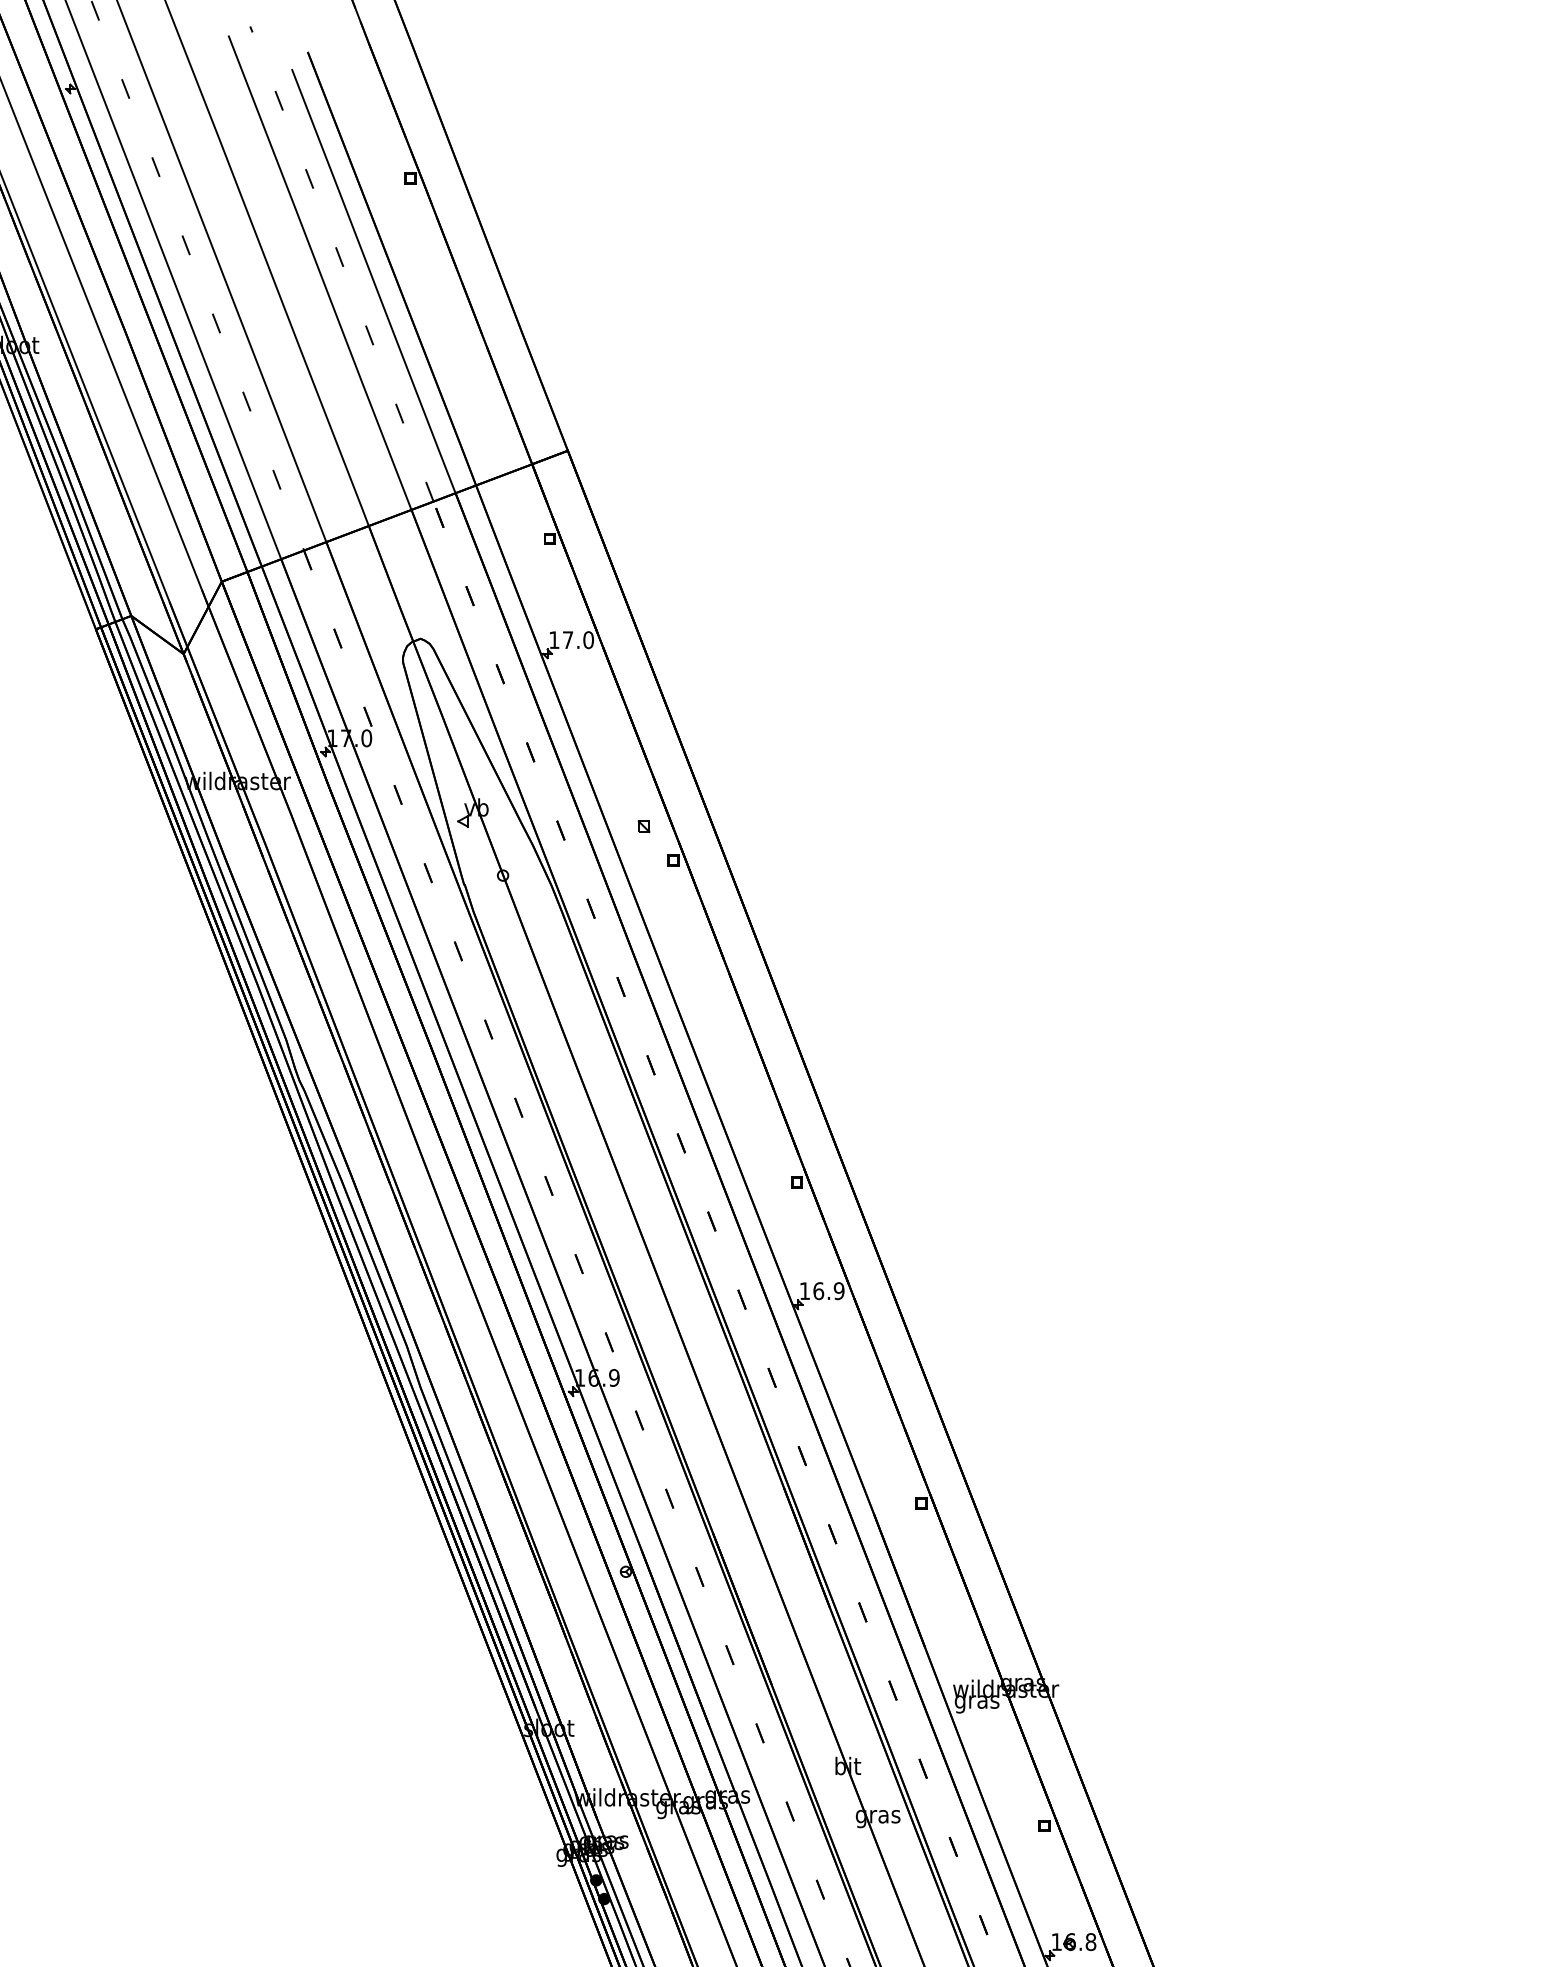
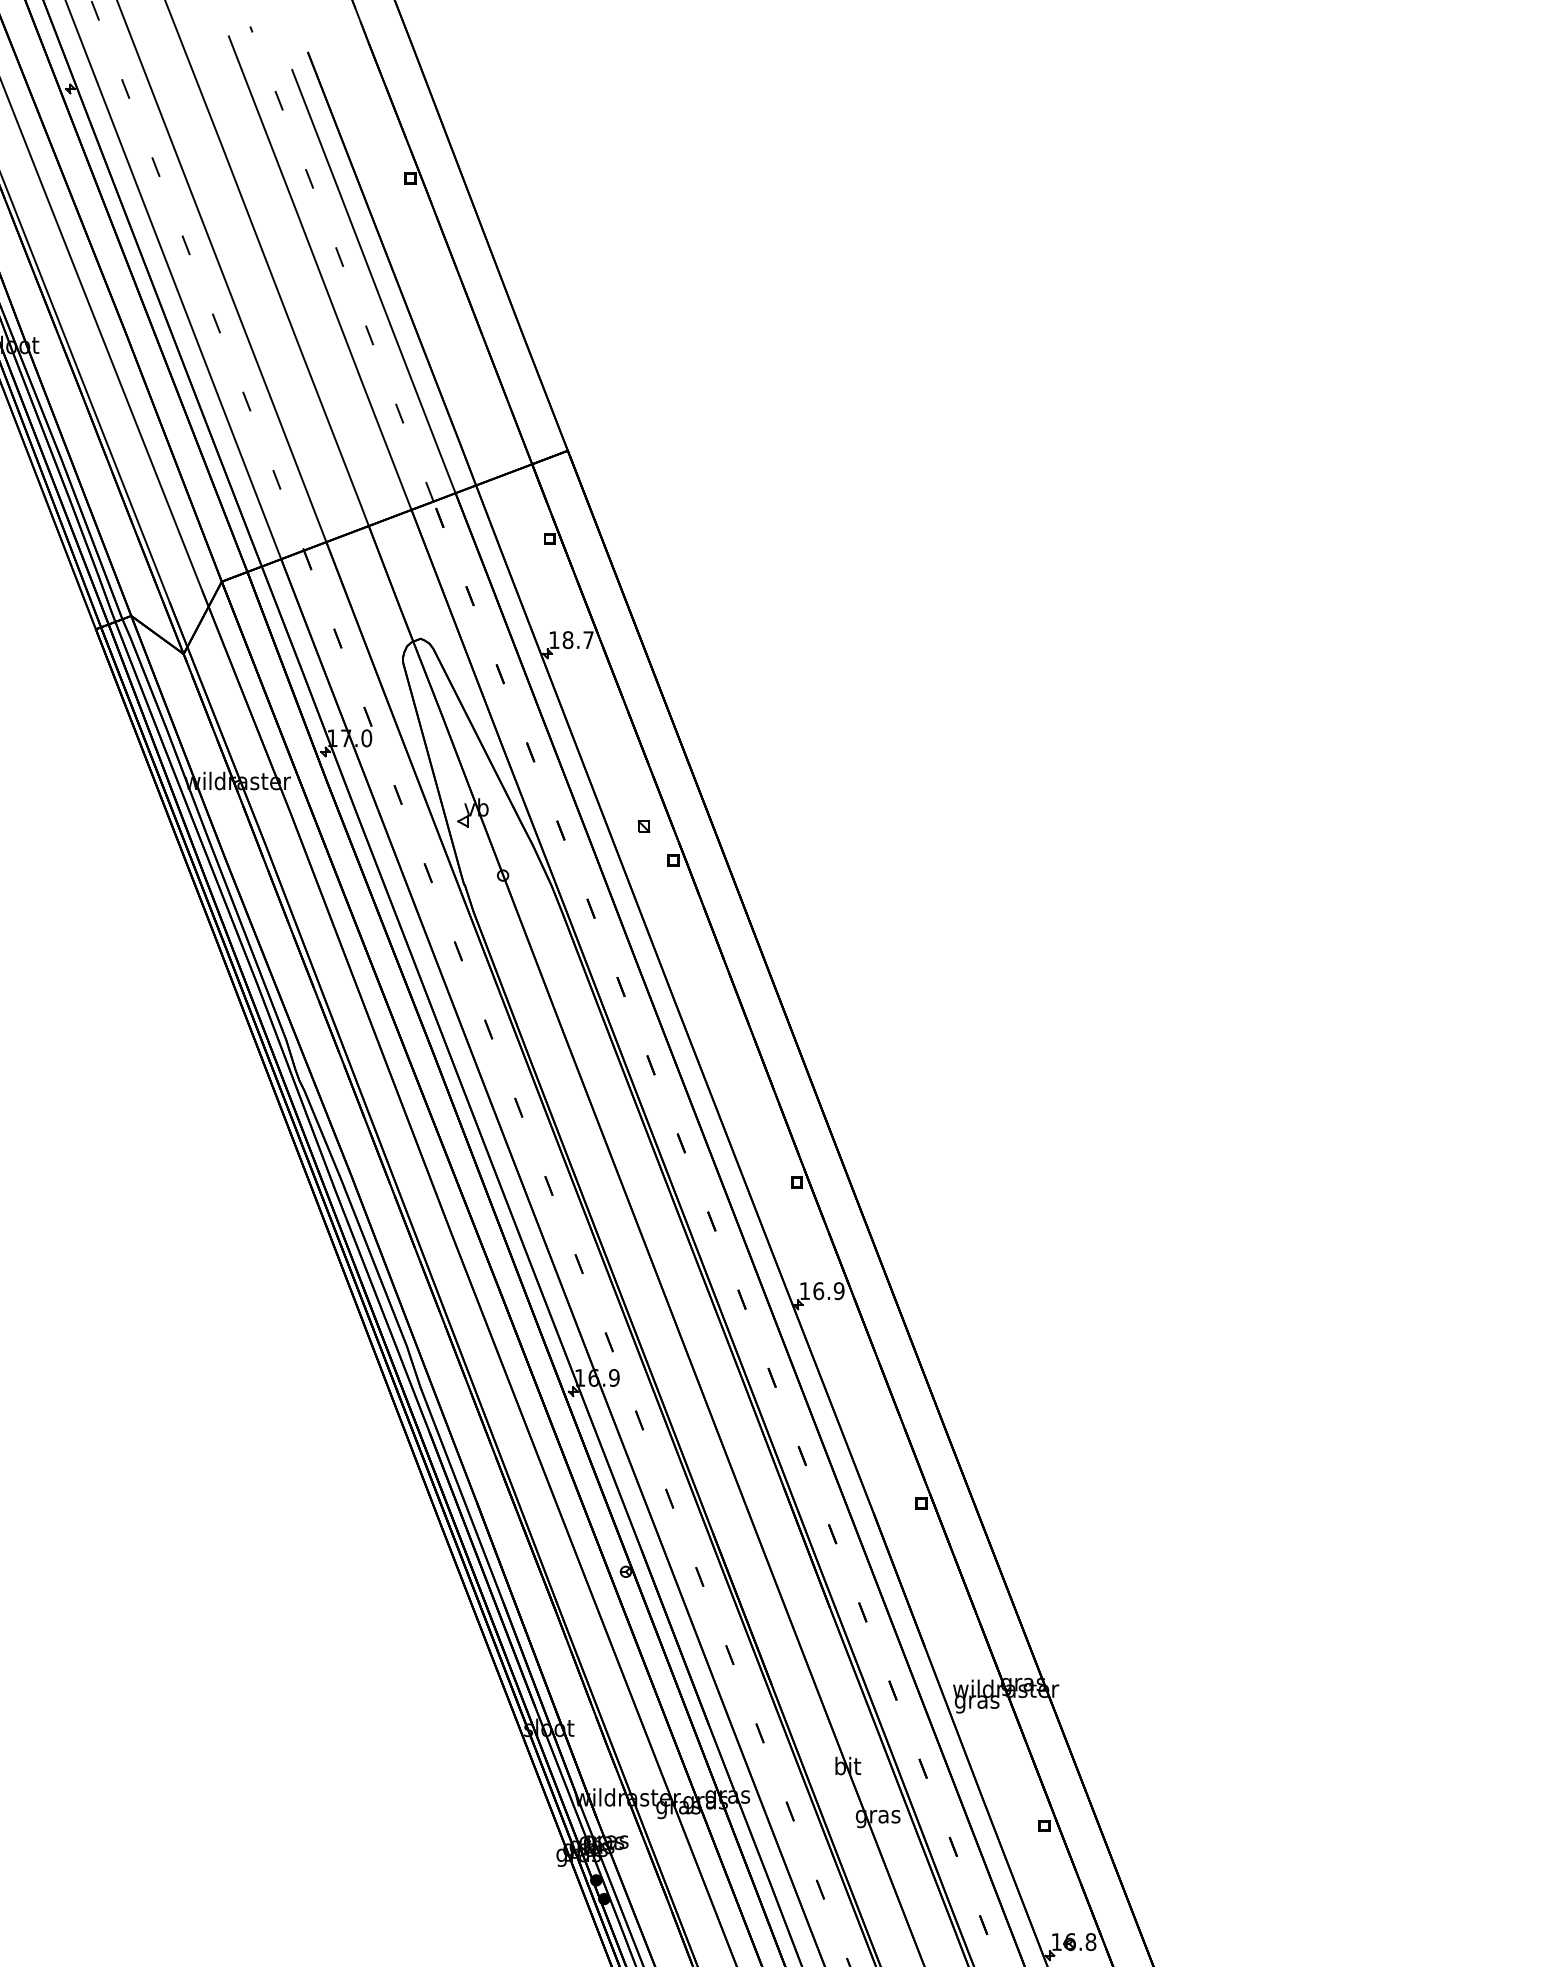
text at (577, 640): 17.0 -> 18.7
